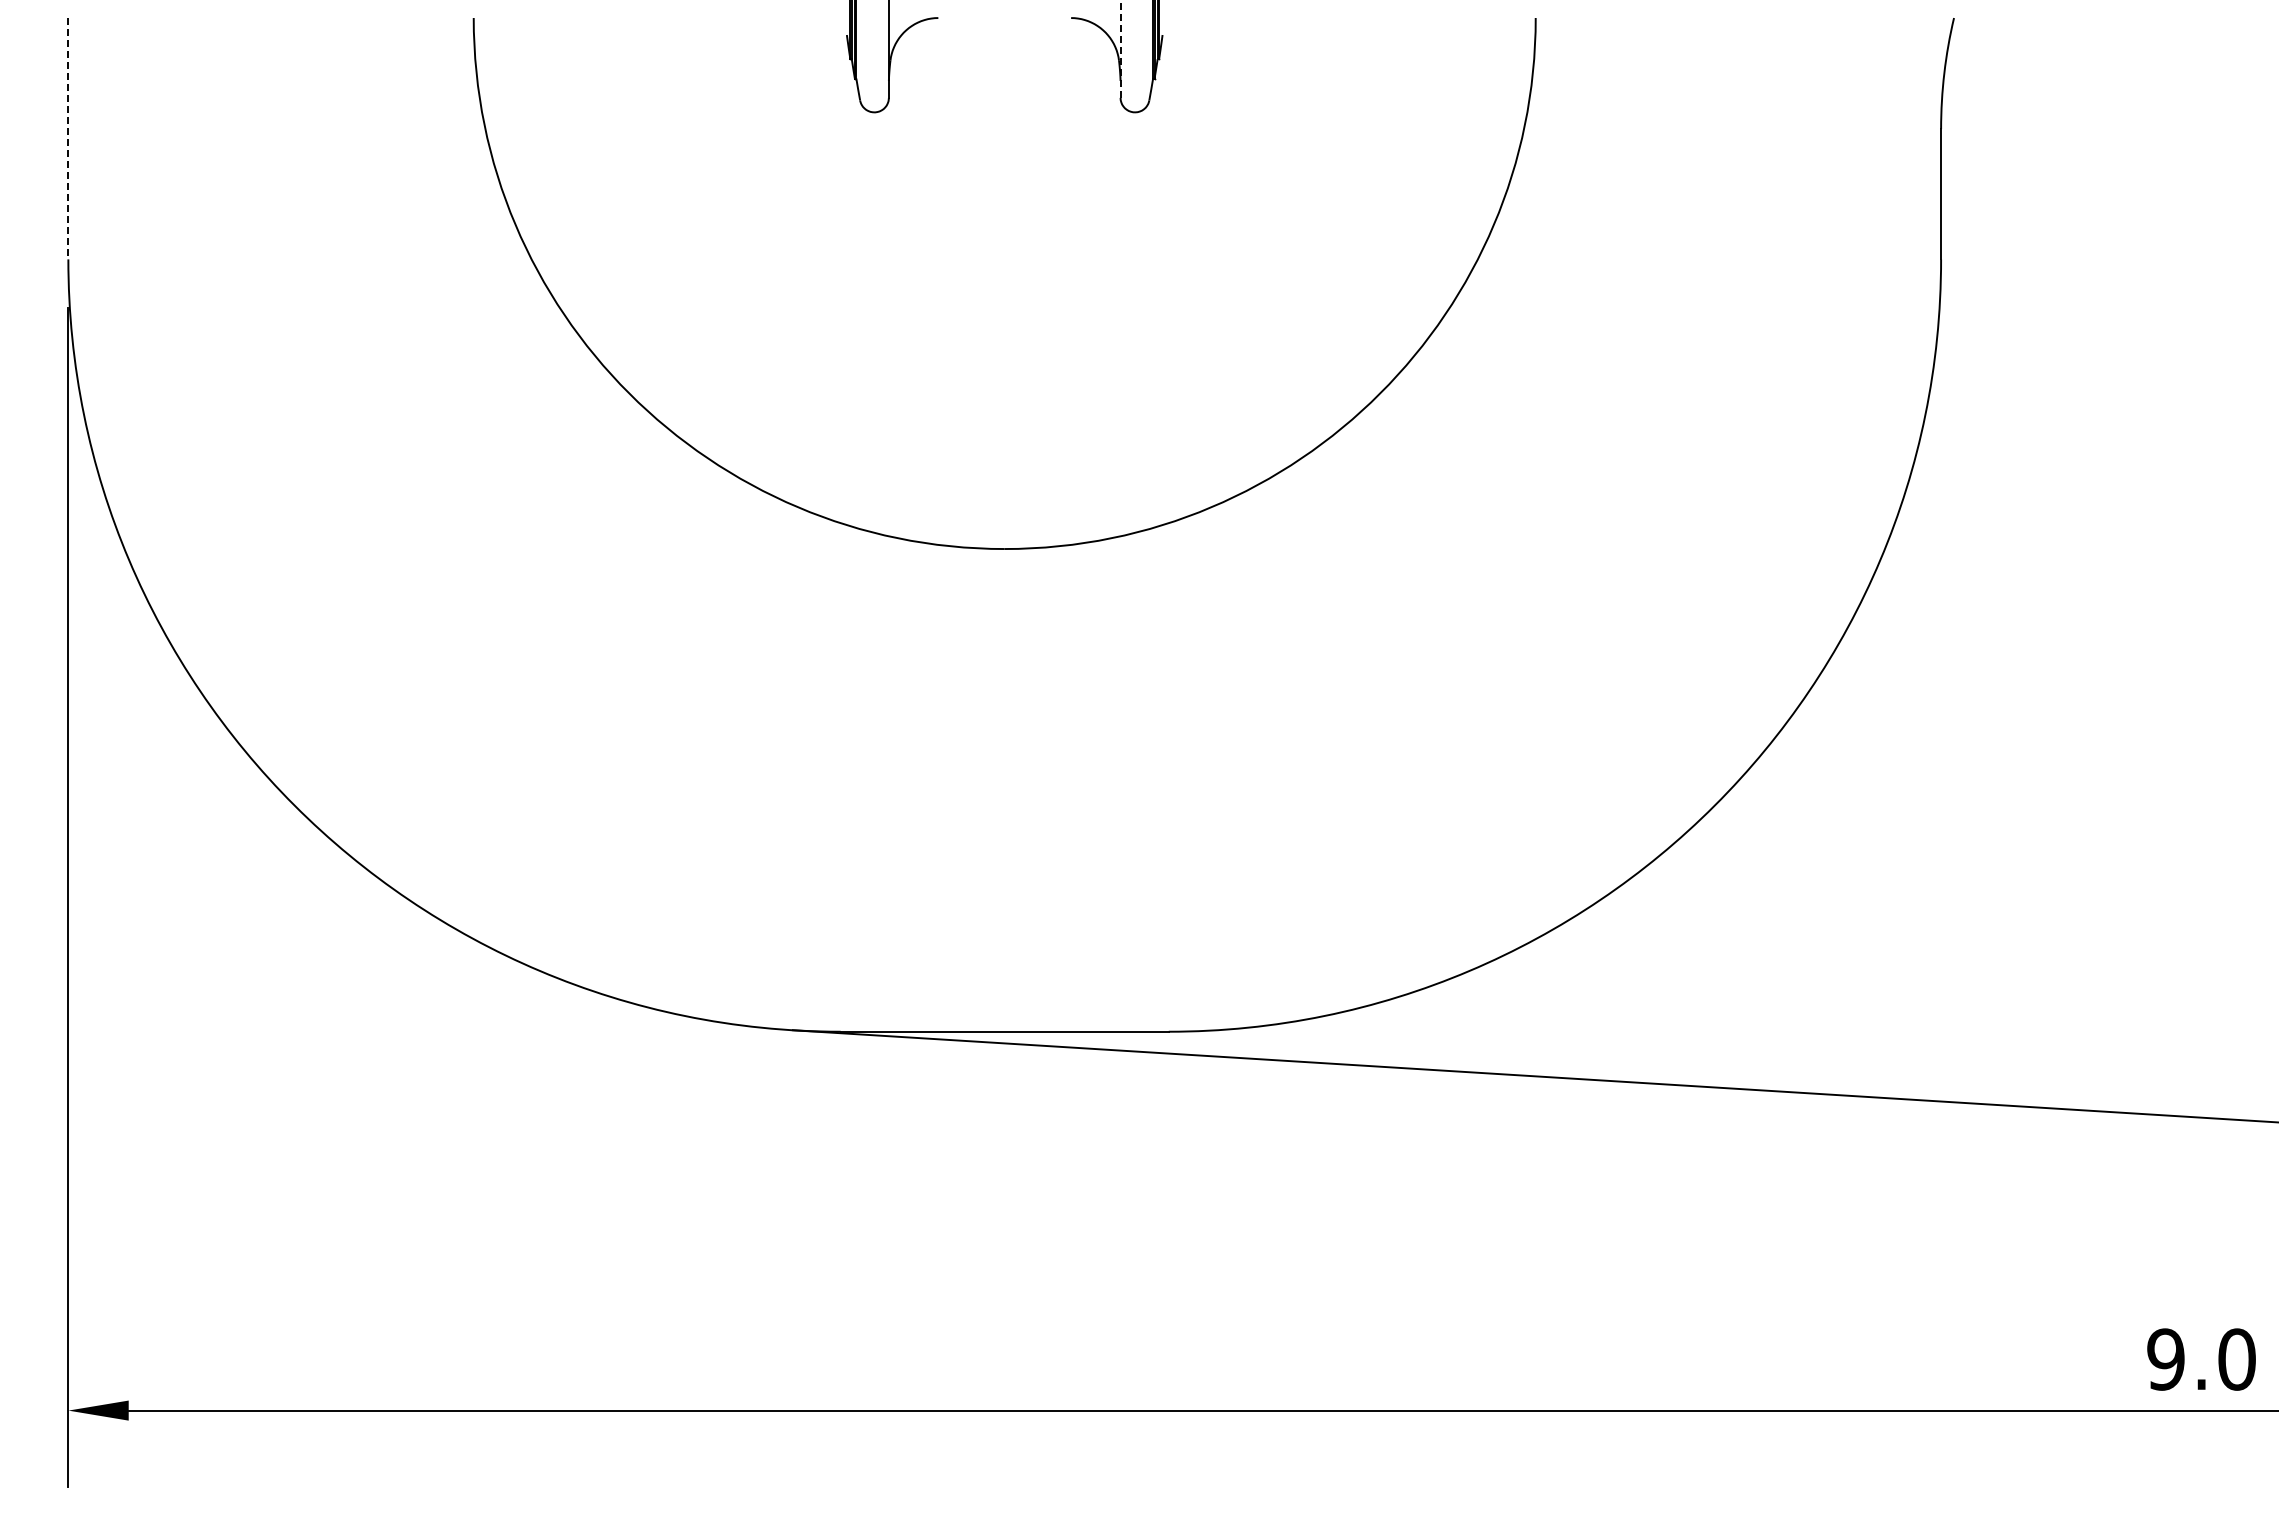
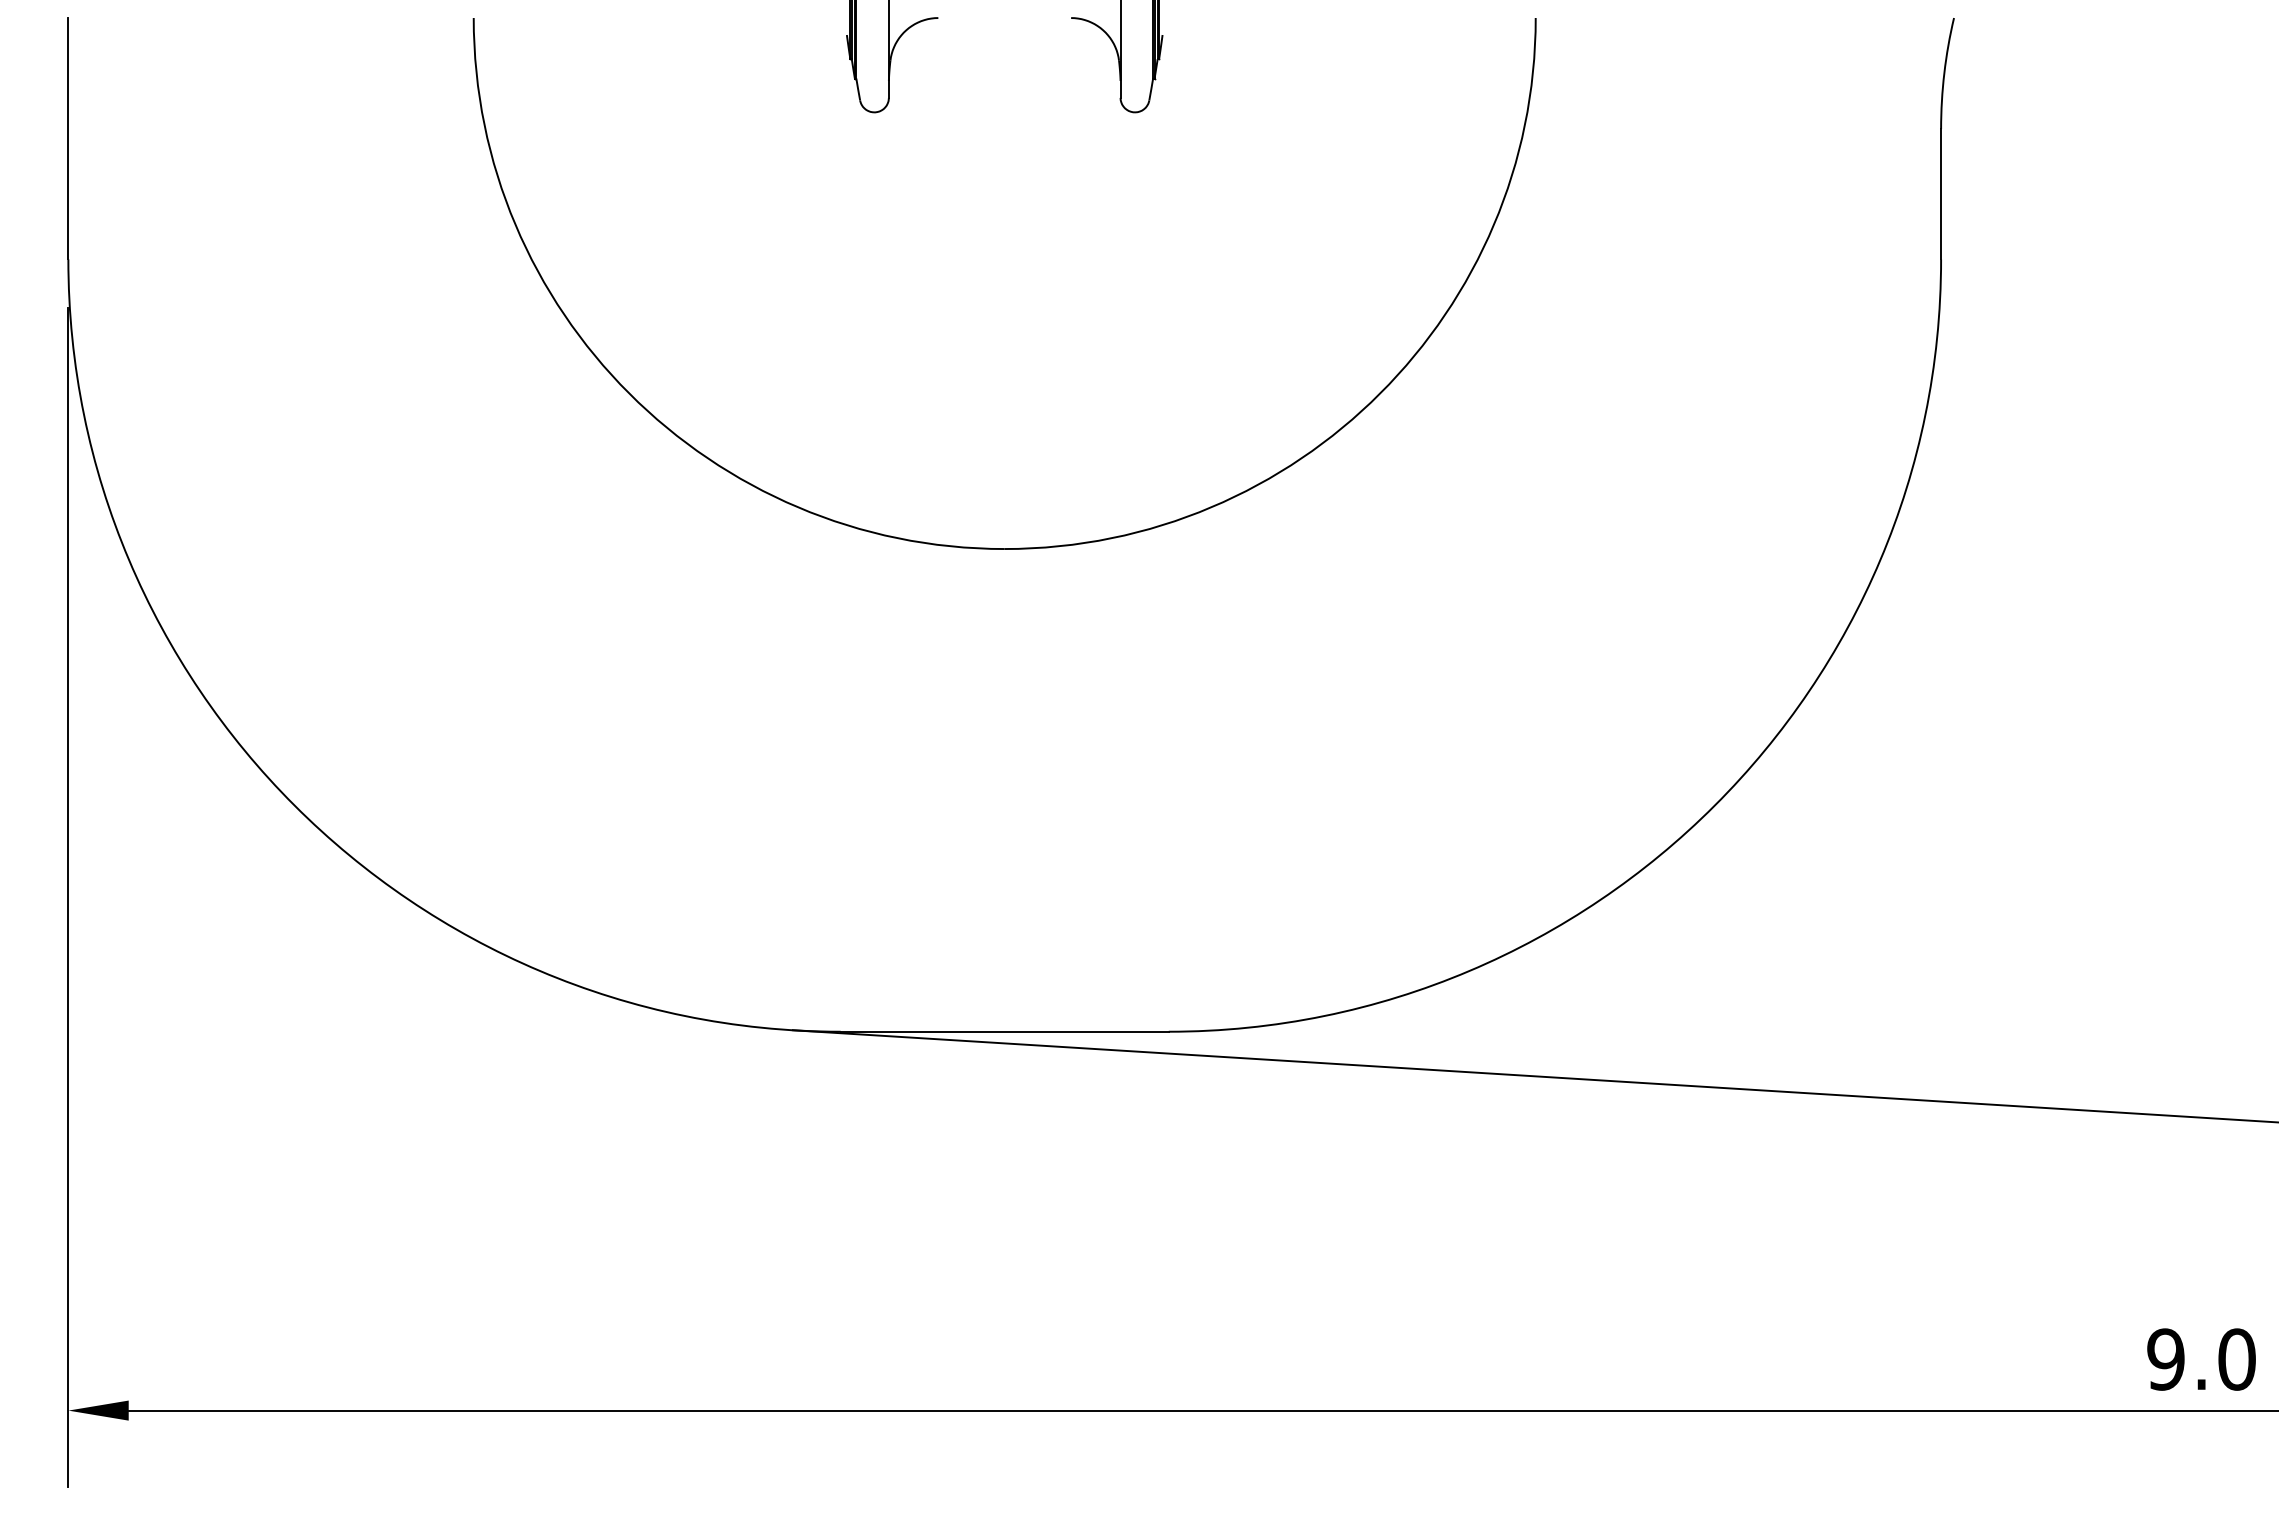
line at (1120, 48): dashed -> solid
line at (68, 138): dashed -> solid
